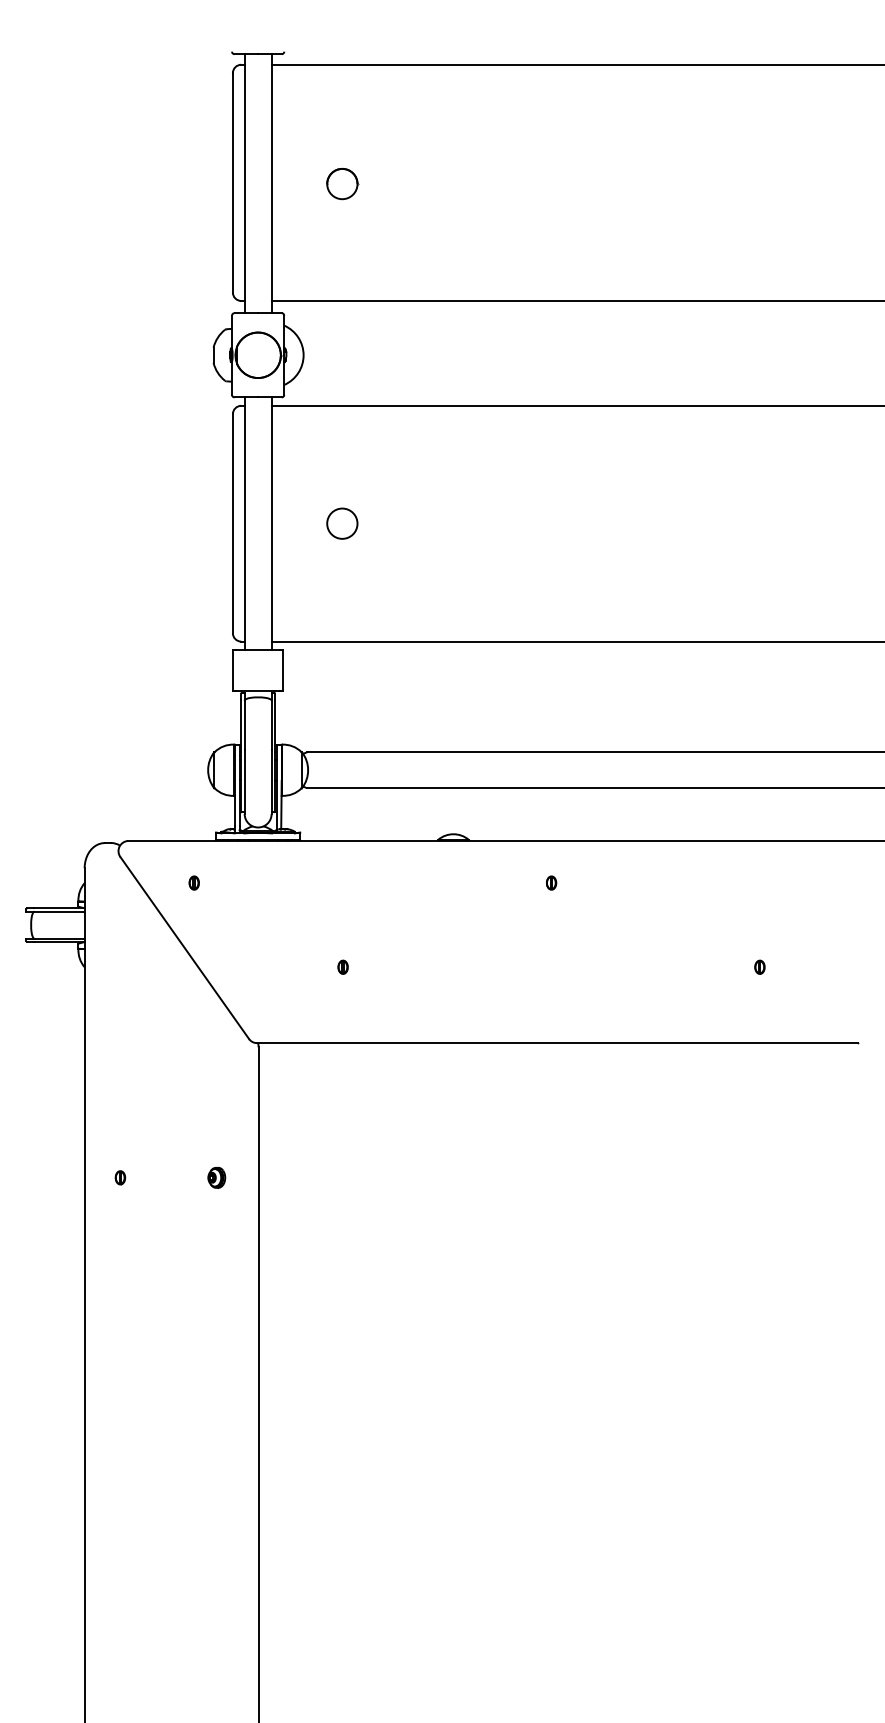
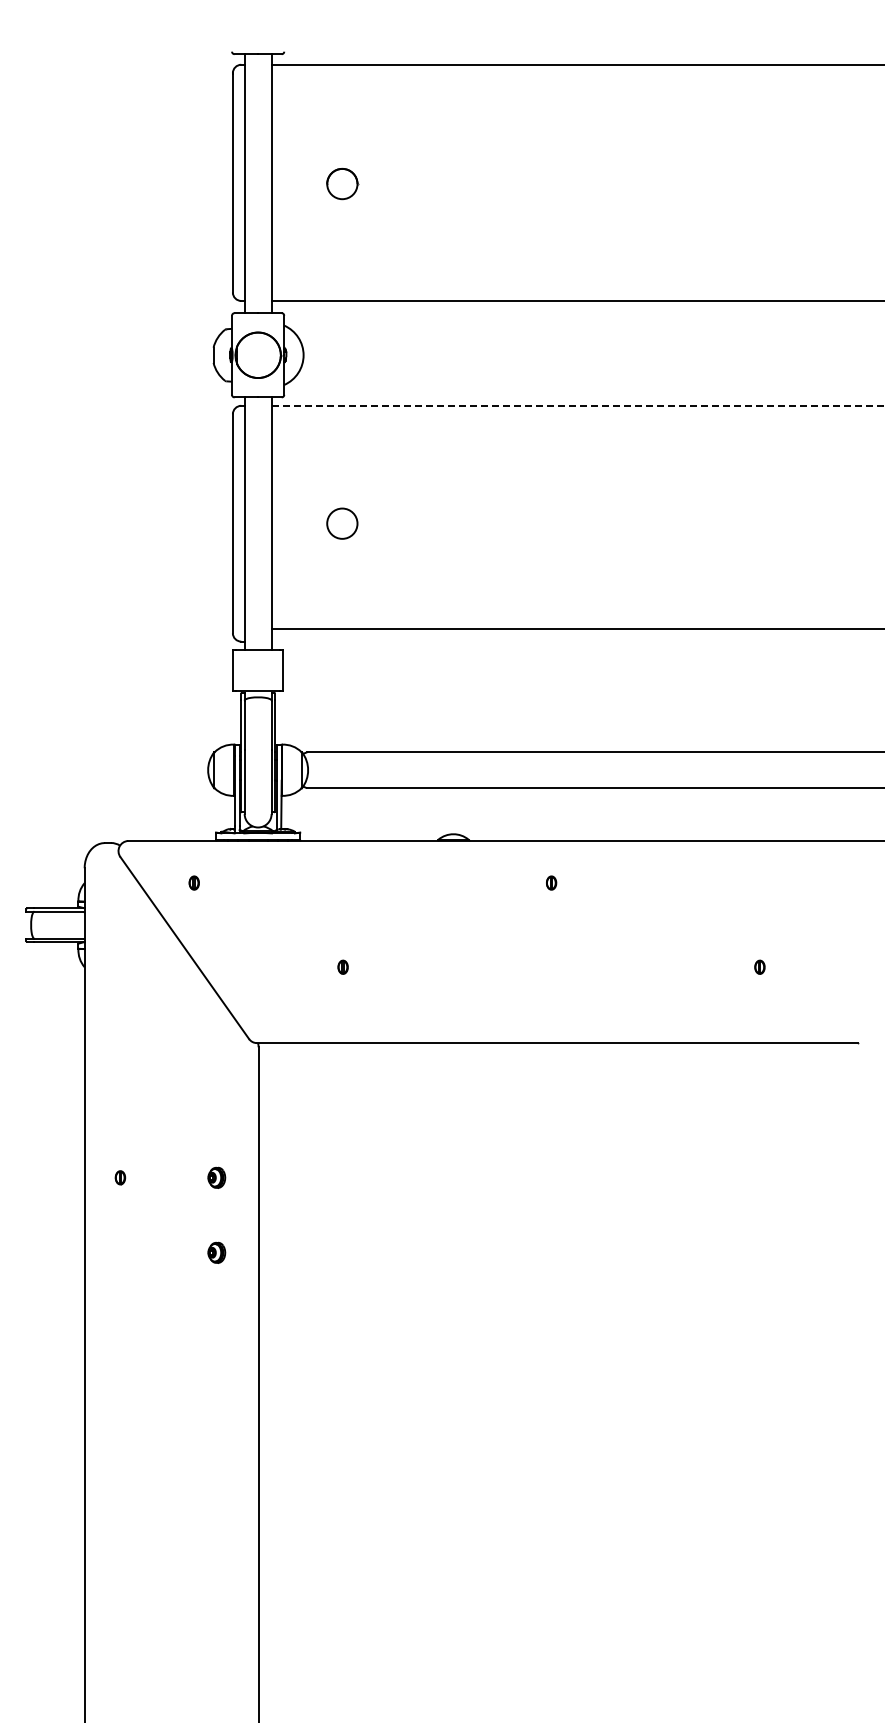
line at (578, 405): solid -> dashed
line at (576, 641) position: (576, 641) -> (576, 628)
part at (216, 1252): none -> present
